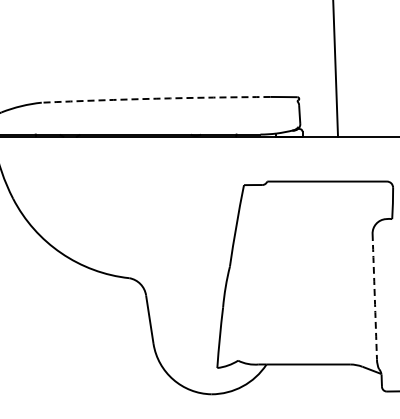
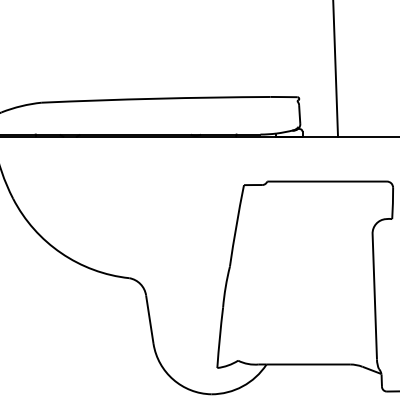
arc at (156, 98): dashed -> solid
arc at (374, 296): dashed -> solid
